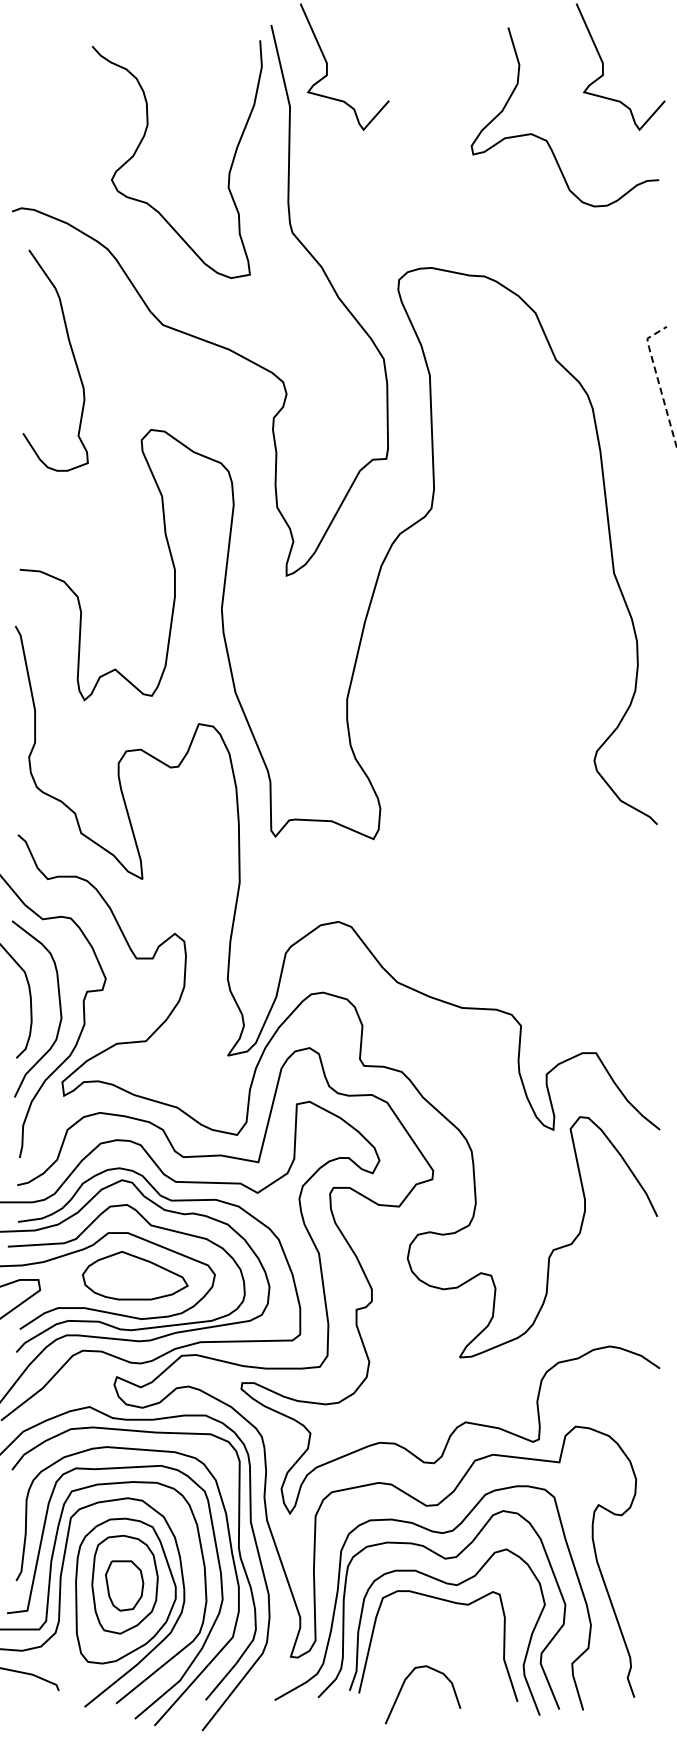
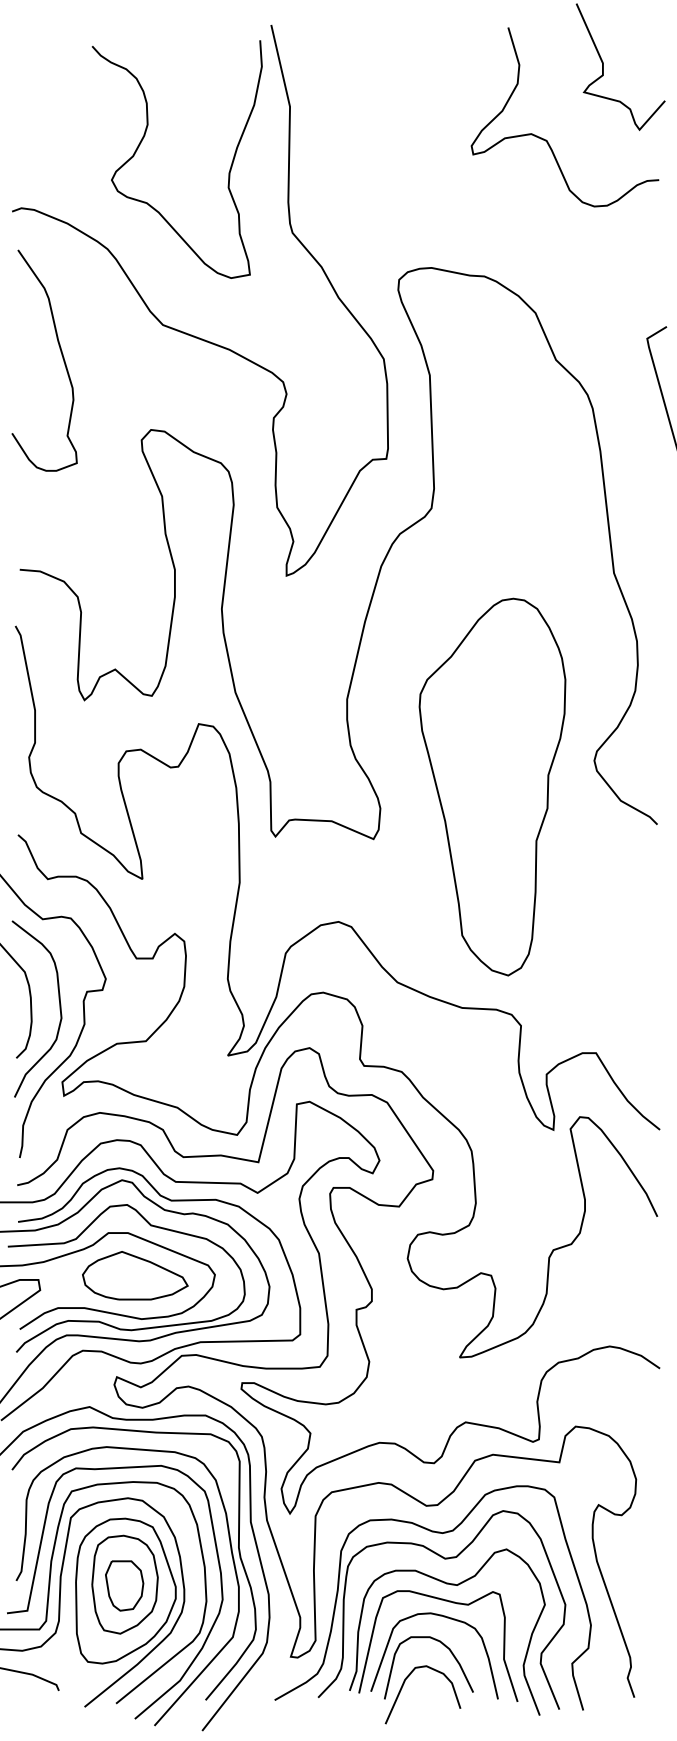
curve at (327, 66): present -> none
curve at (72, 355) position: (72, 355) -> (61, 355)
line at (658, 380): dashed -> solid
part at (492, 786): none -> present
part at (443, 1645): none -> present
